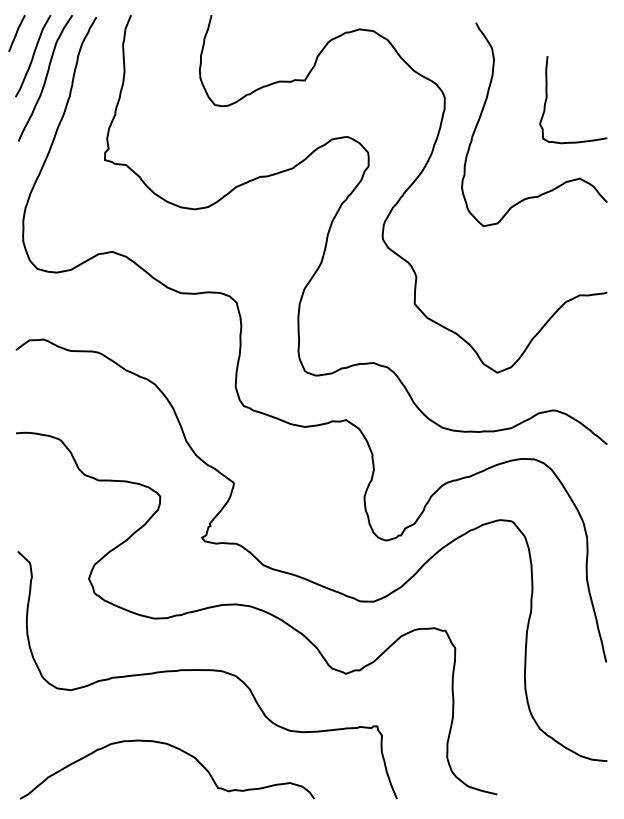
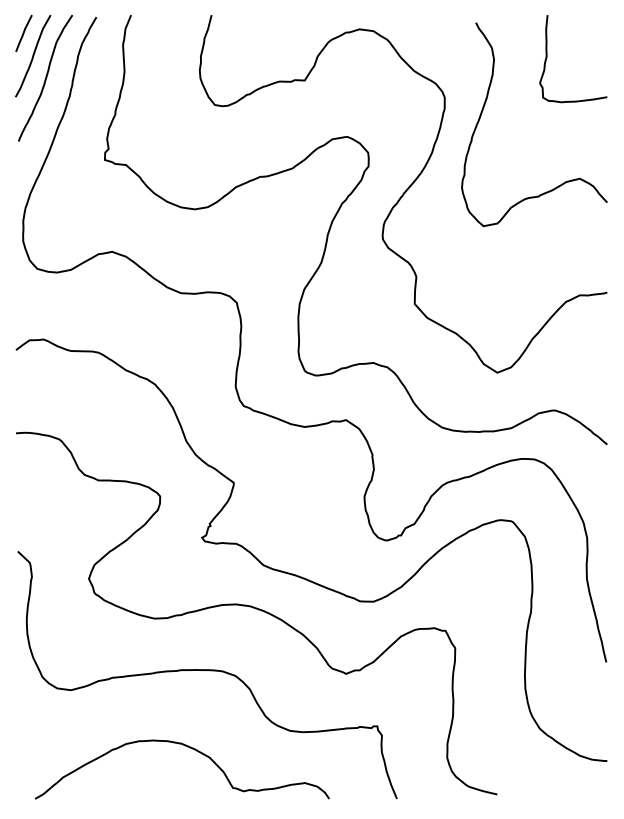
line at (16, 33) position: (16, 33) -> (23, 33)
curve at (547, 99) position: (547, 99) -> (547, 58)
curve at (174, 748) position: (174, 748) -> (189, 748)
